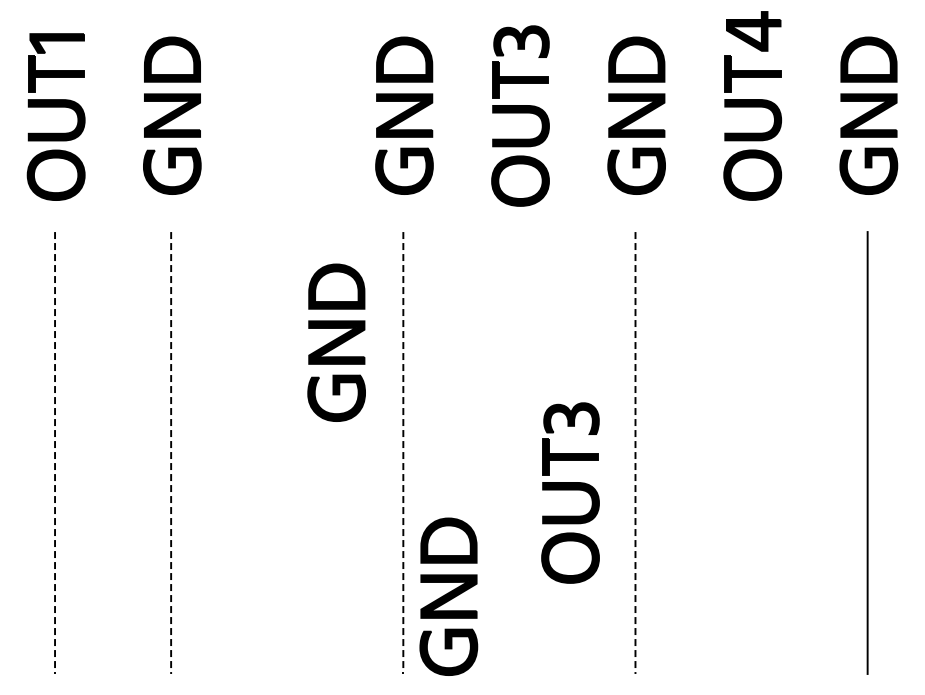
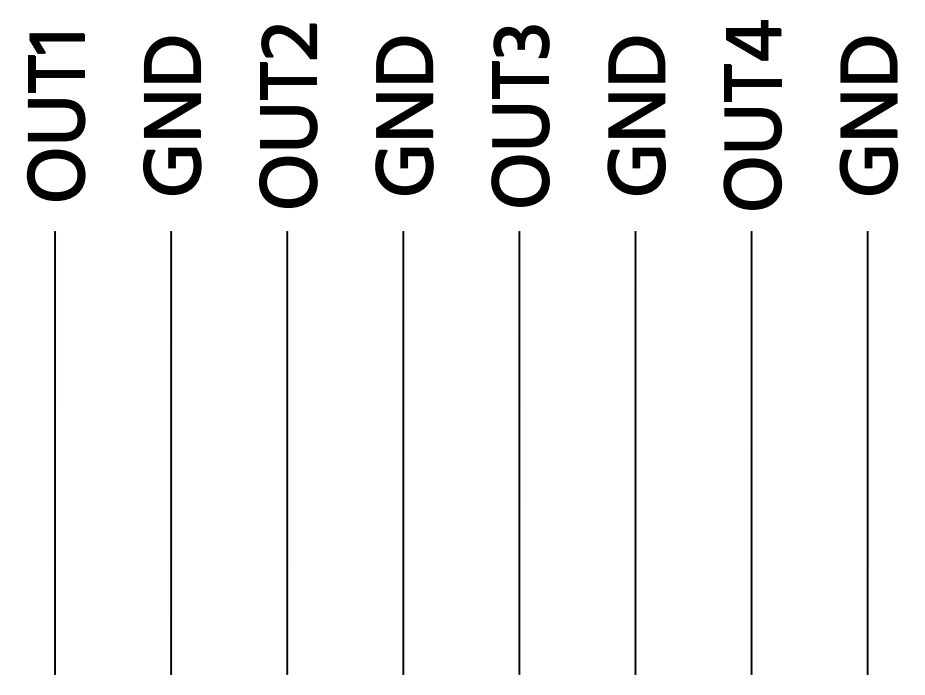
part at (752, 105) position: (752, 105) -> (752, 114)
part at (288, 115): none -> present
part at (336, 342): present -> none
line at (287, 452): none -> present
line at (519, 452): none -> present
line at (751, 452): none -> present
line at (55, 453): dashed -> solid
line at (171, 453): dashed -> solid
line at (403, 453): dashed -> solid
line at (635, 453): dashed -> solid
part at (570, 492): present -> none
part at (448, 596): present -> none
